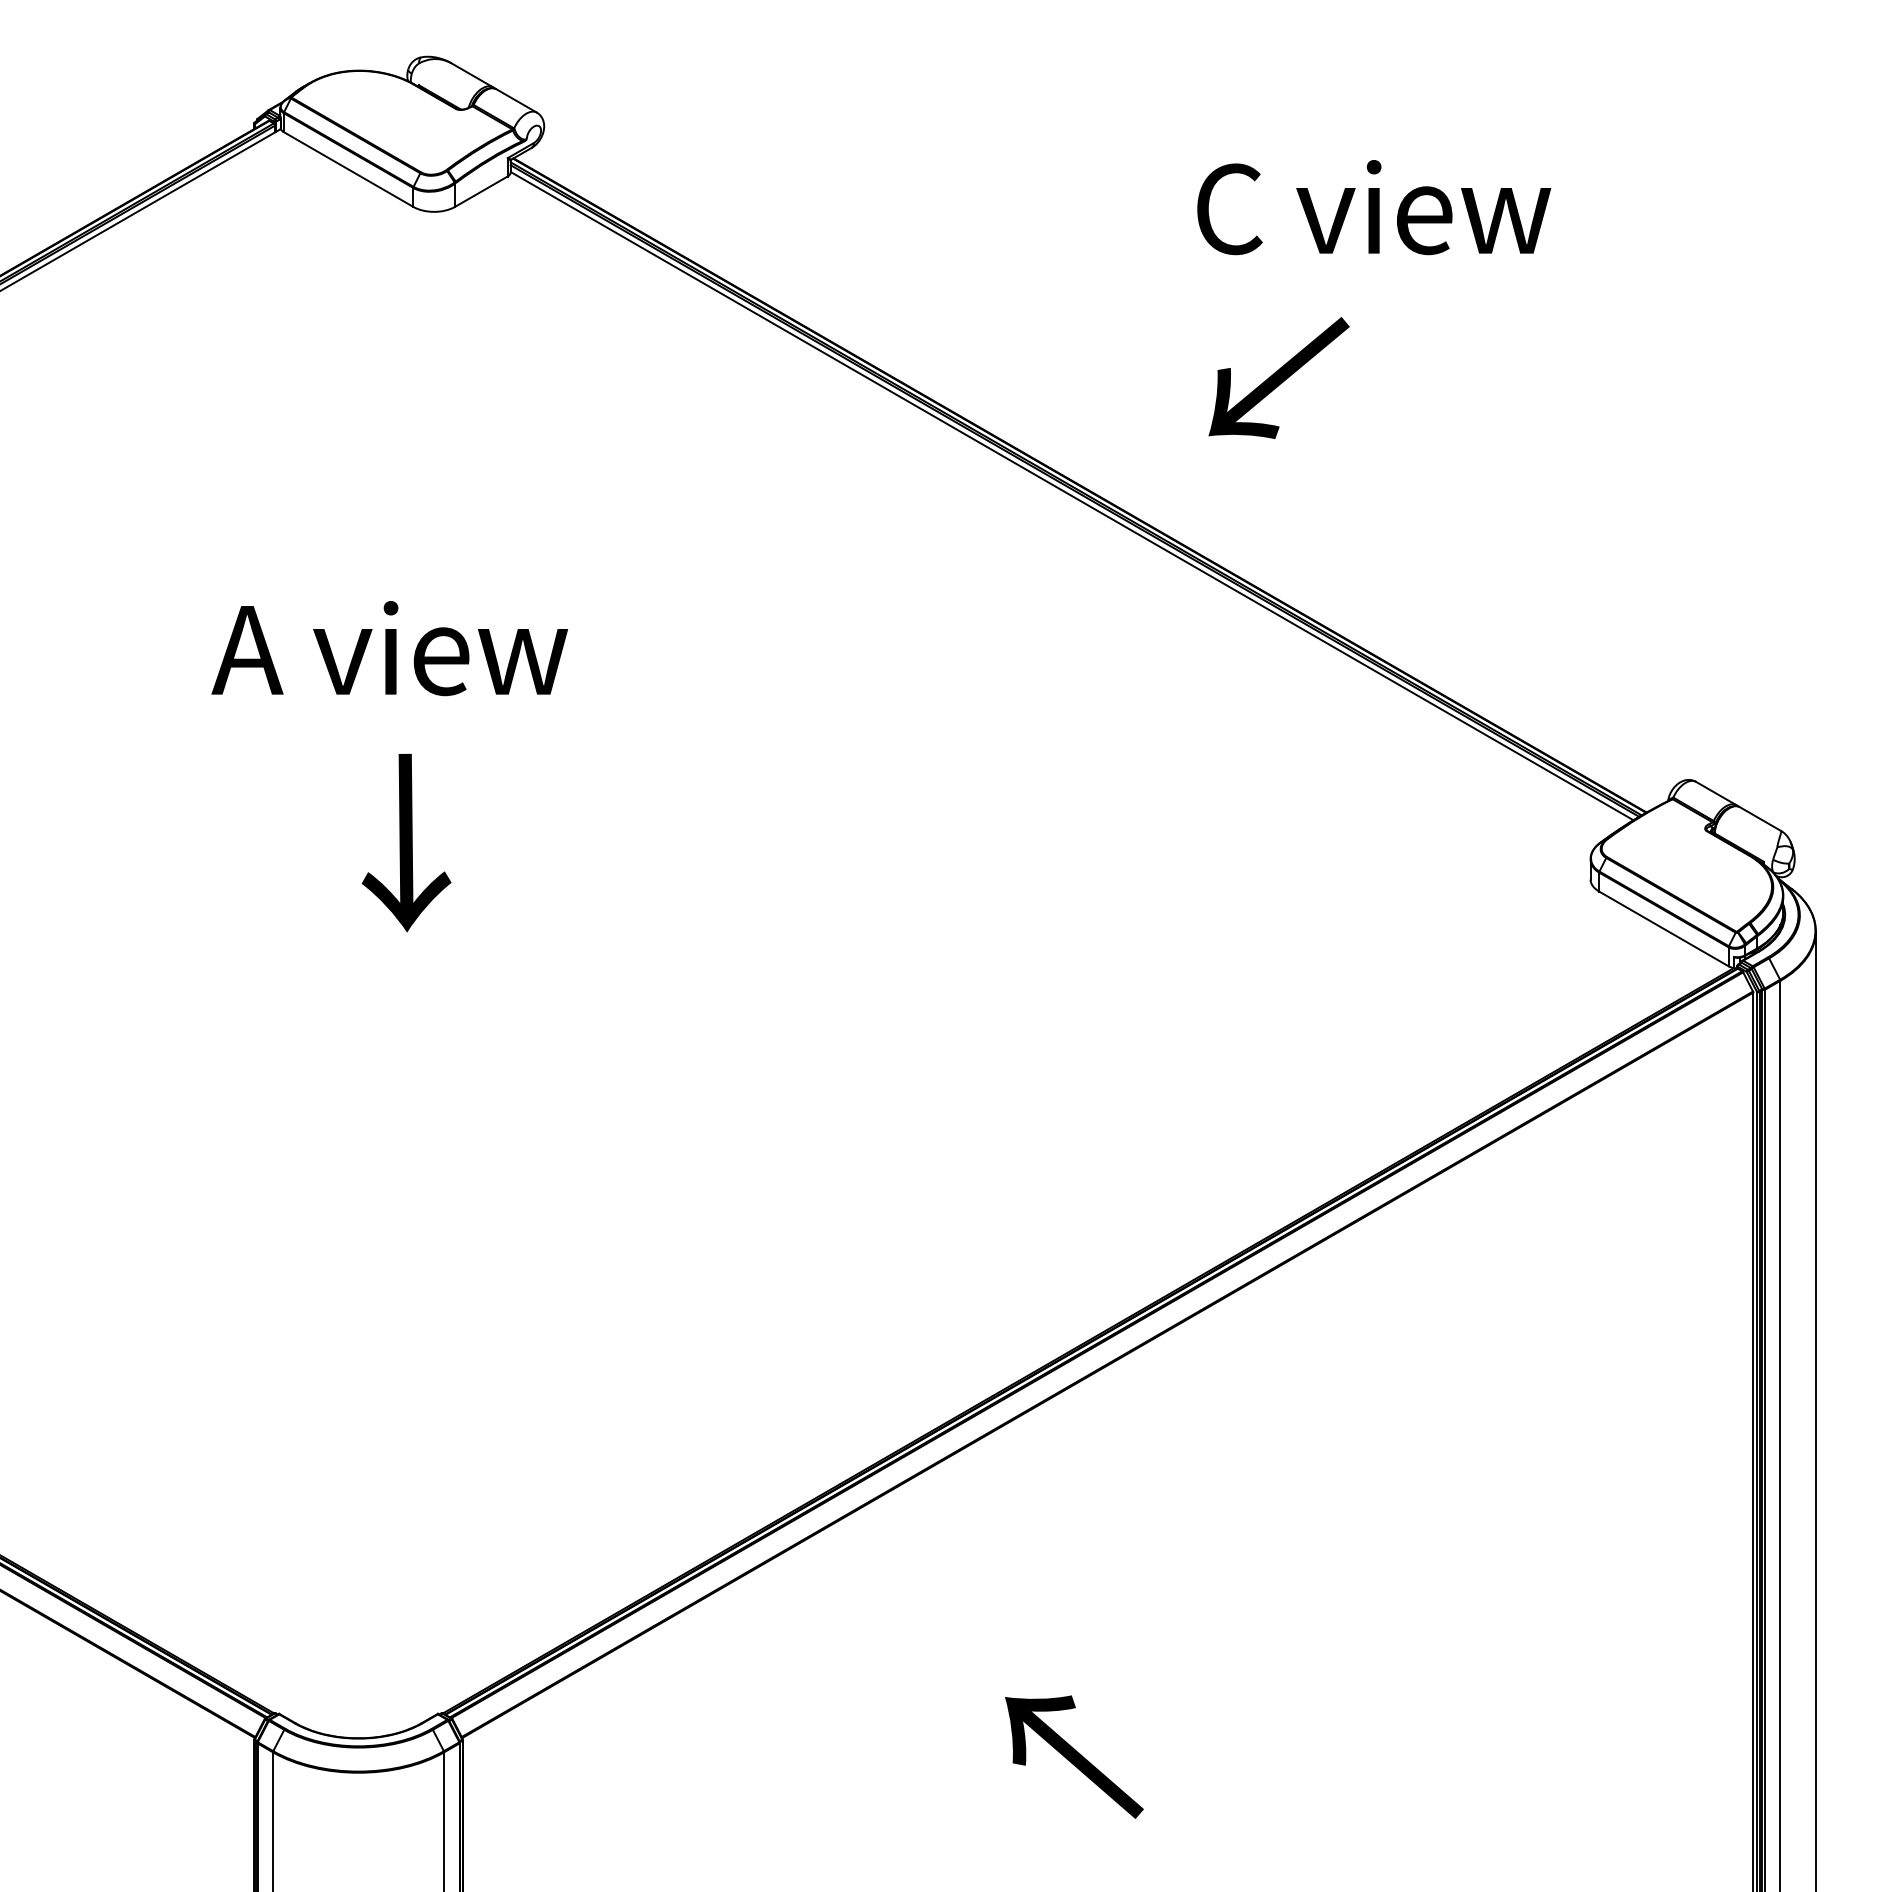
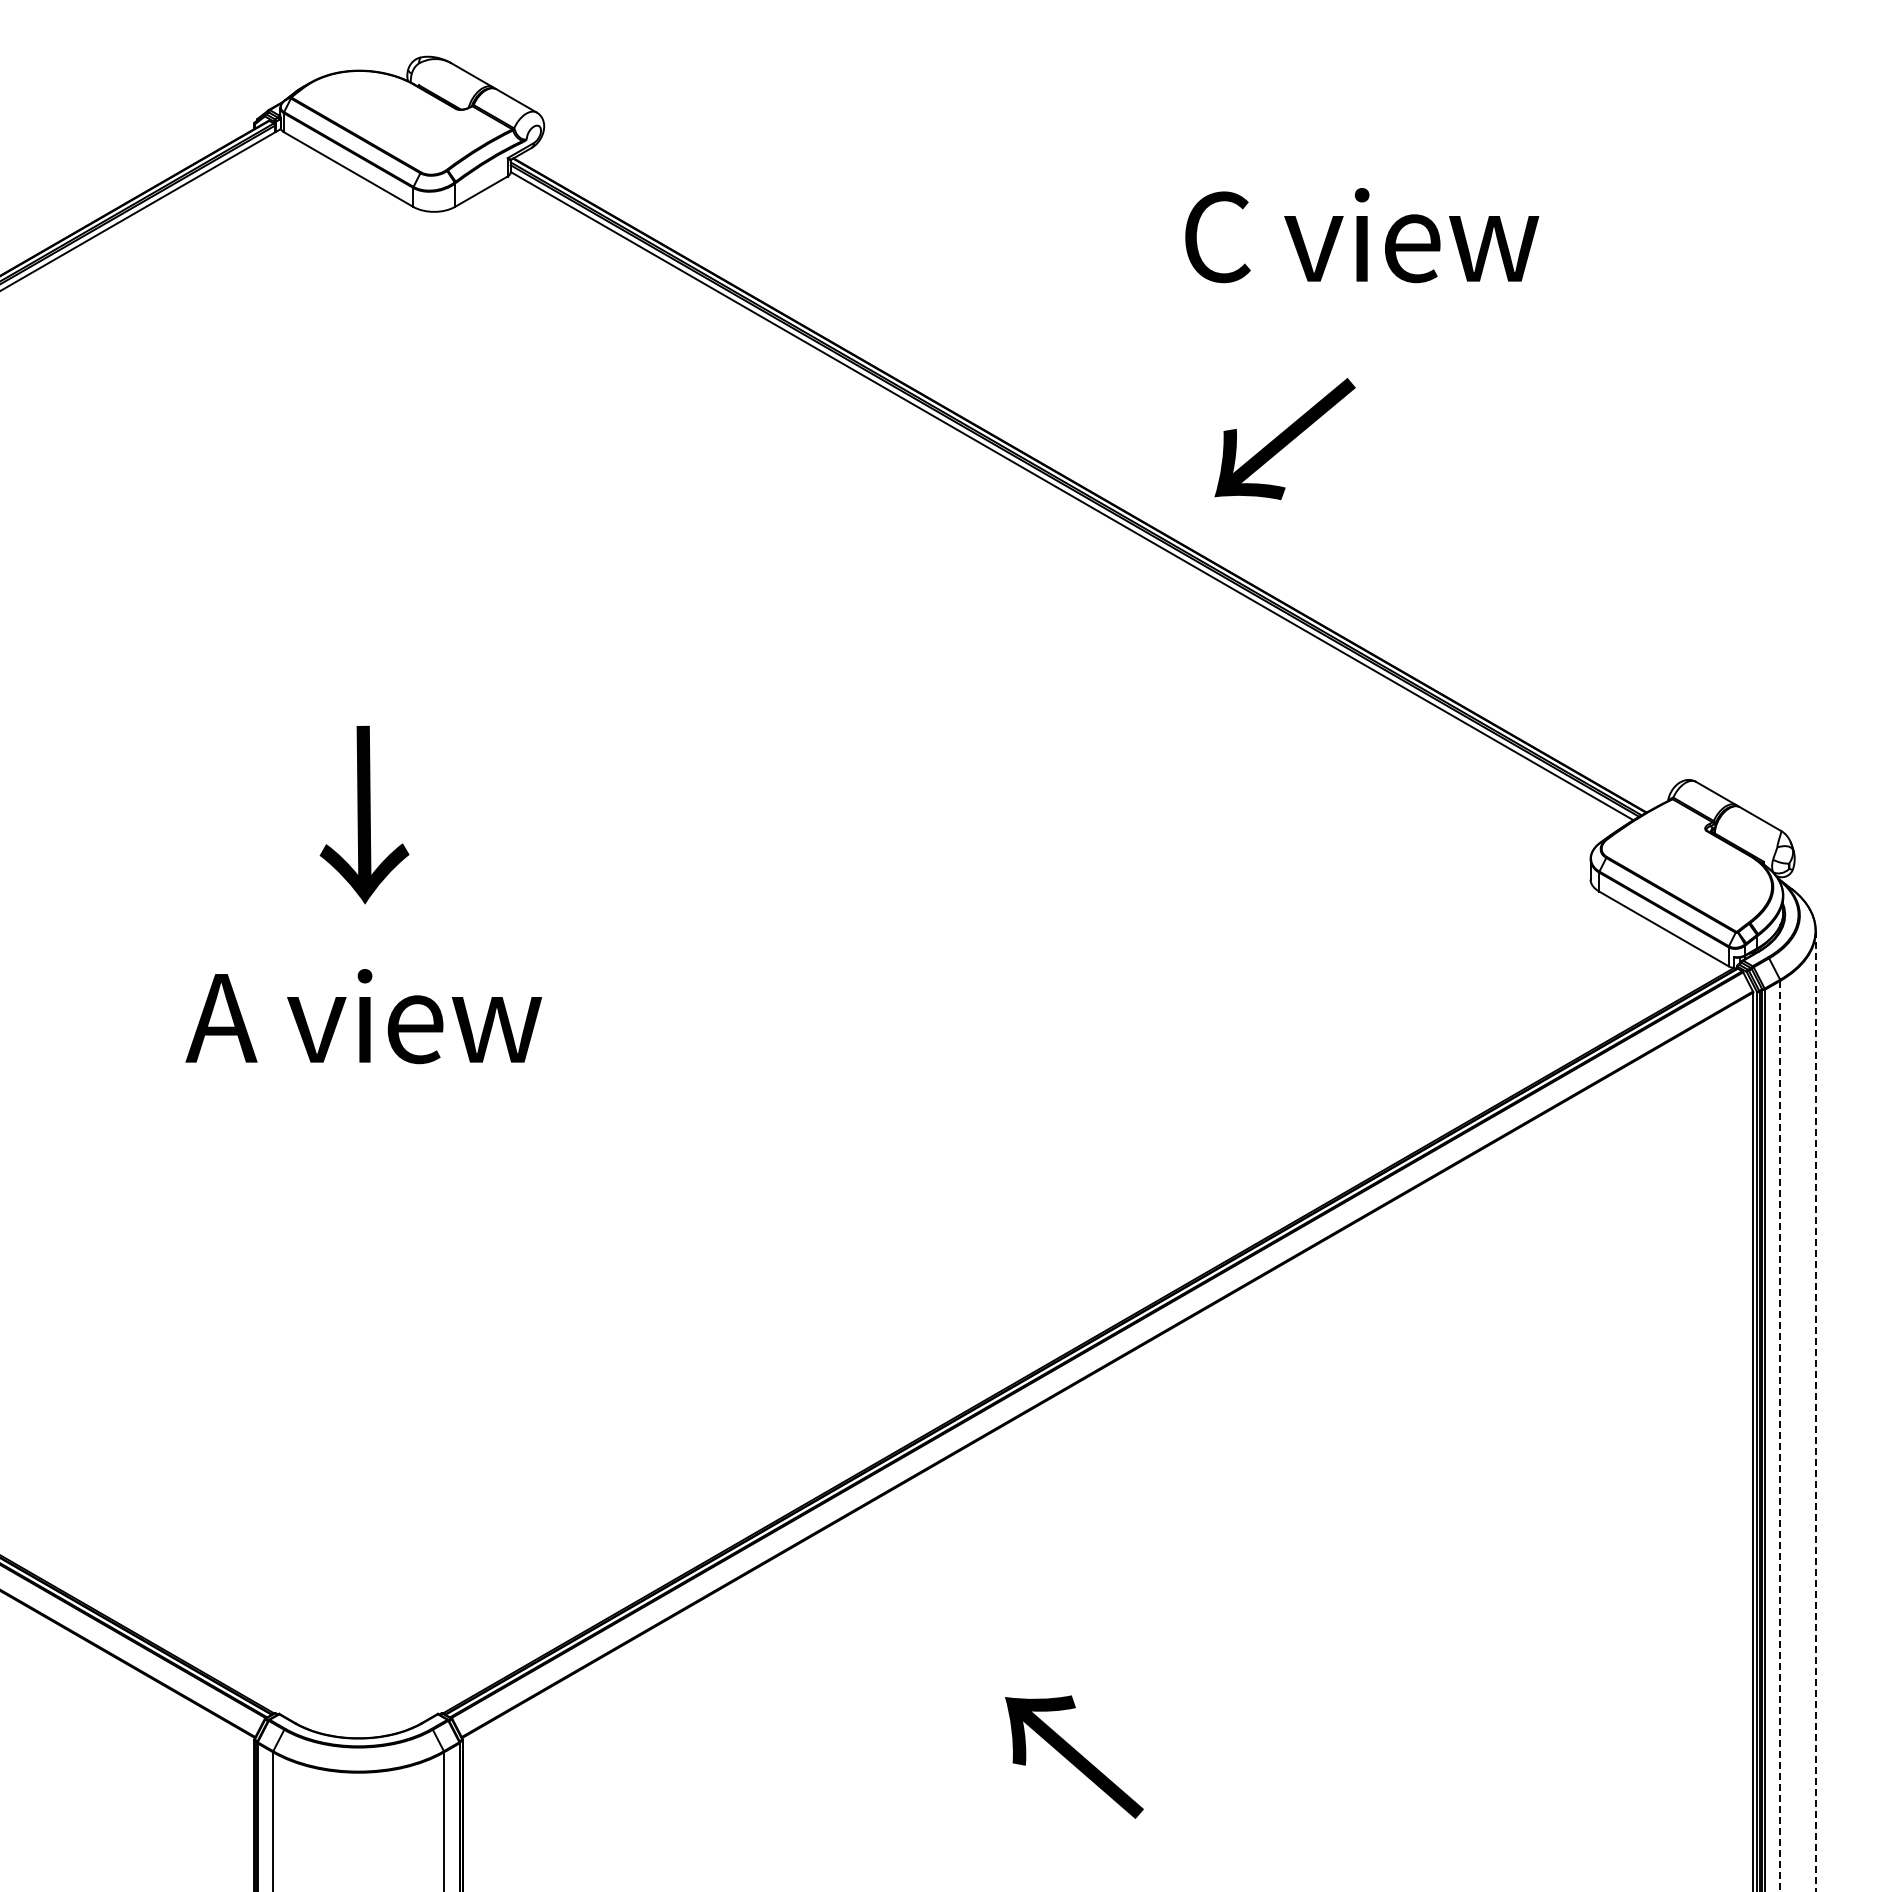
text at (1374, 207) position: (1374, 207) -> (1362, 235)
text at (1278, 377) position: (1278, 377) -> (1284, 438)
text at (389, 648) position: (389, 648) -> (363, 1016)
text at (406, 842) position: (406, 842) -> (364, 814)
line at (1815, 1412): solid -> dashed
line at (1780, 1436): solid -> dashed
